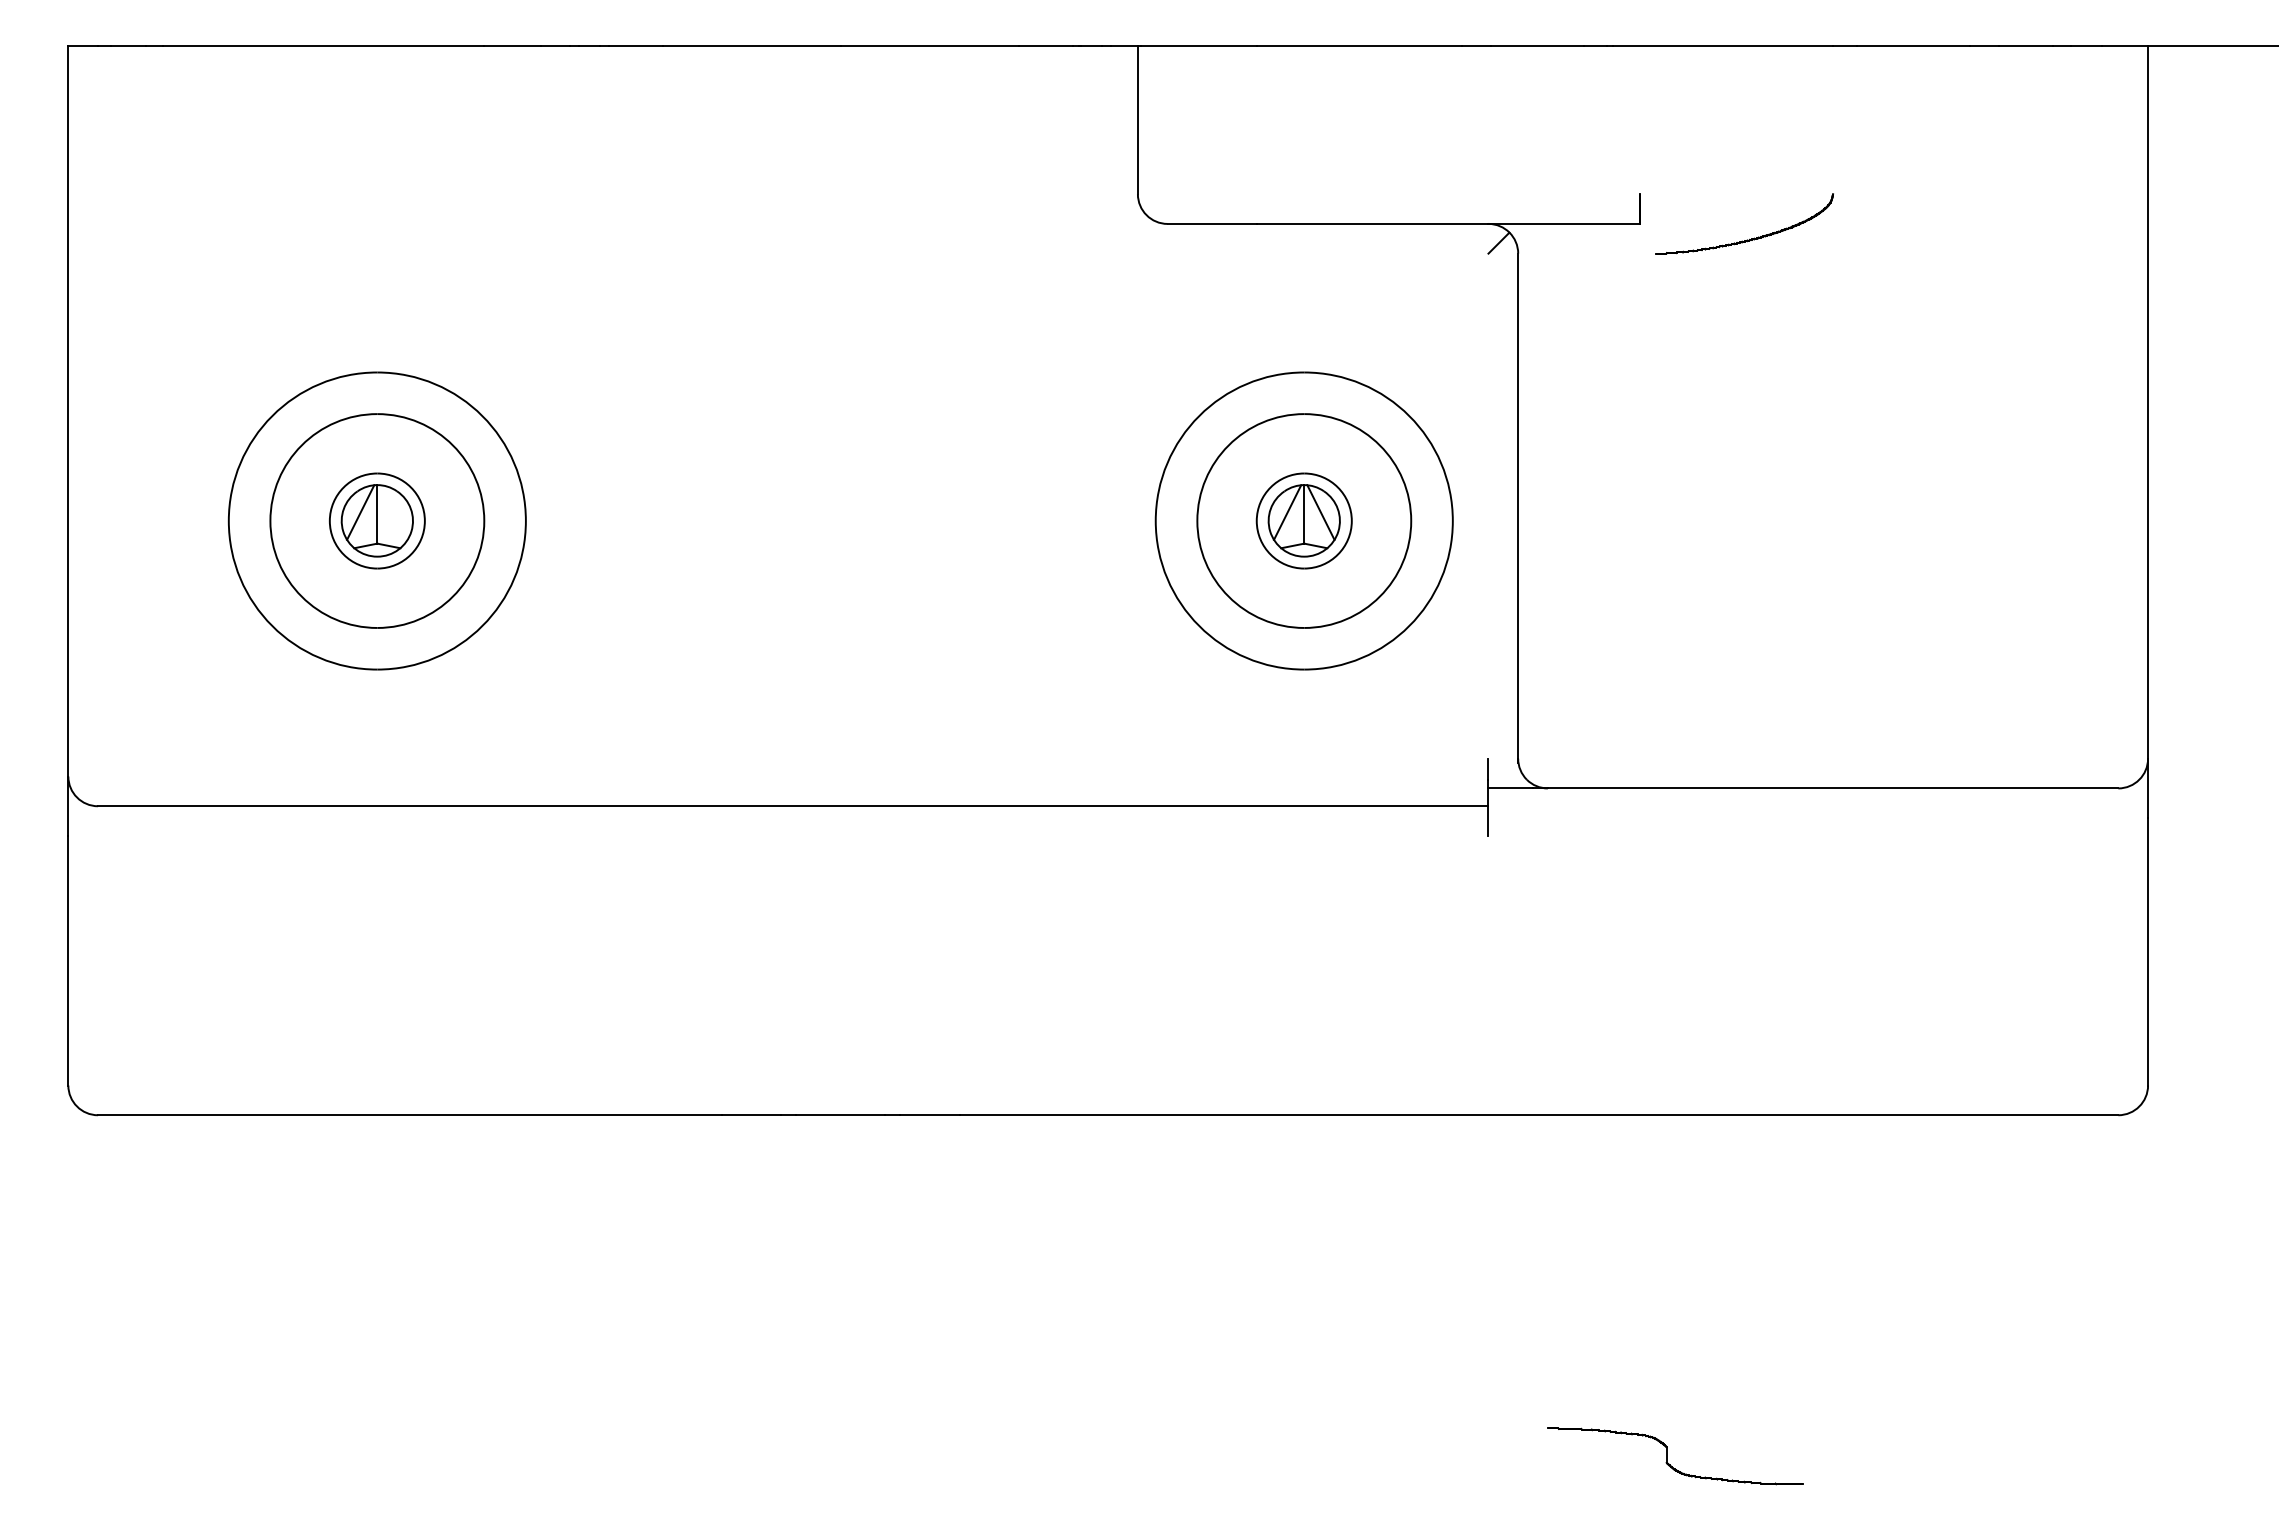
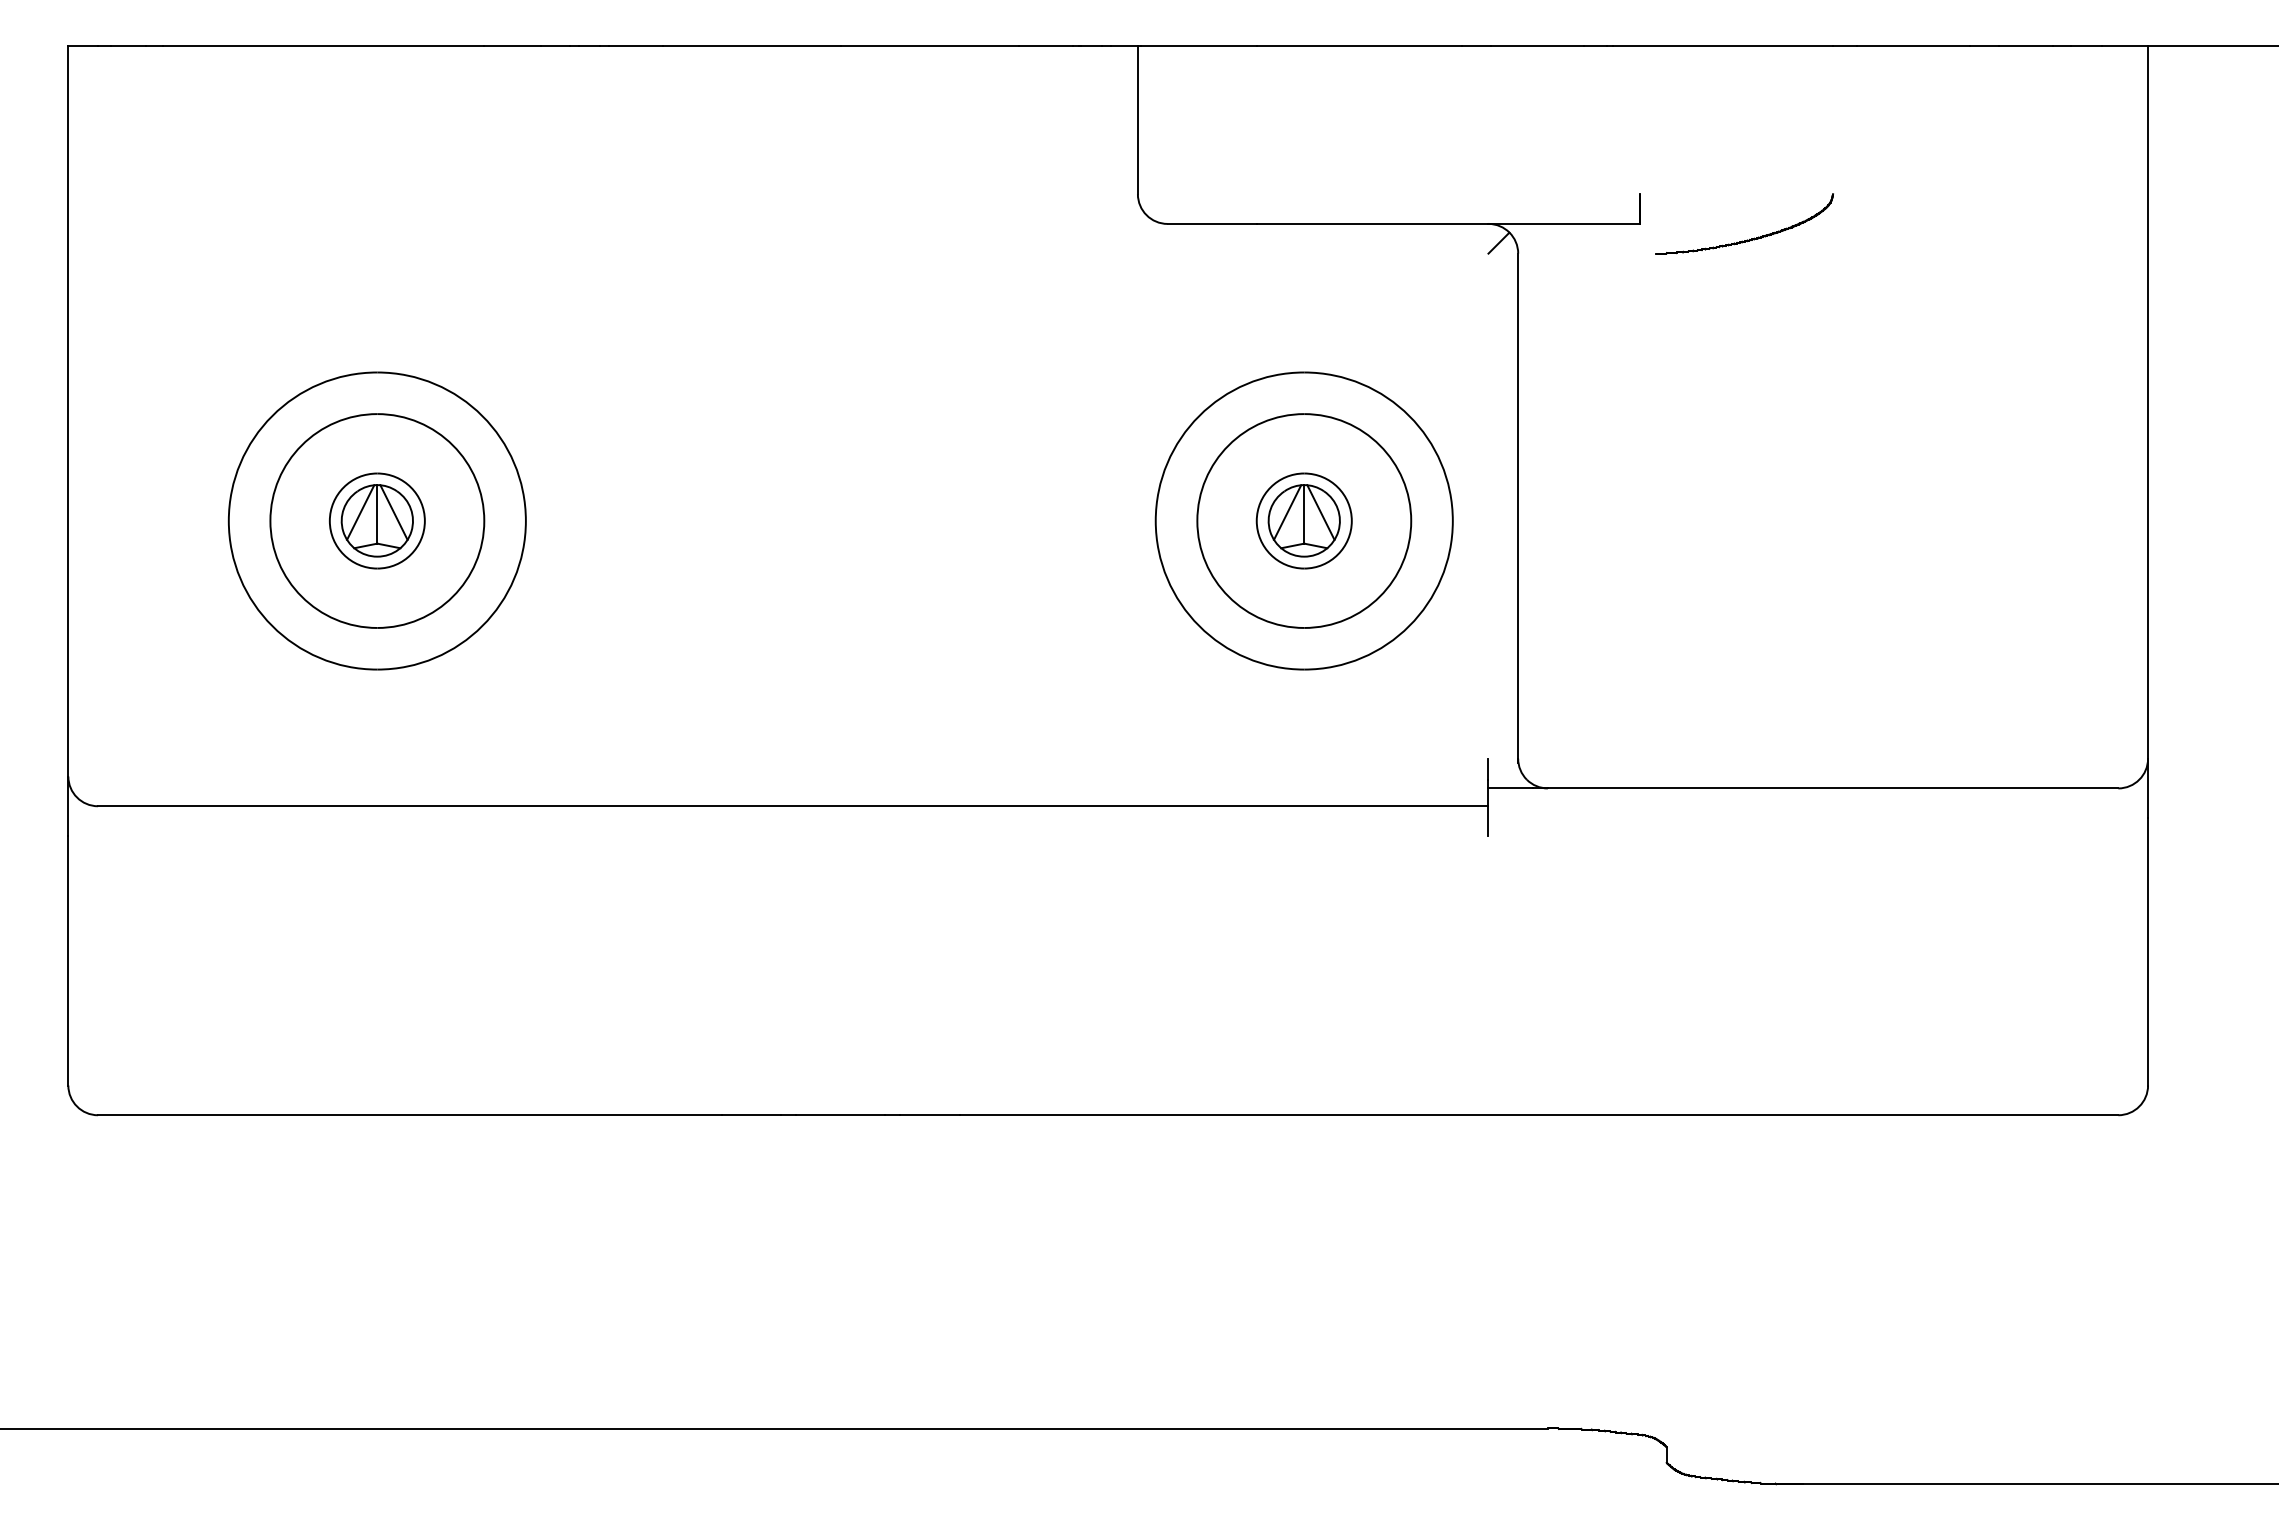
line at (393, 512): none -> present
line at (774, 1428): none -> present
line at (2039, 1484): none -> present
